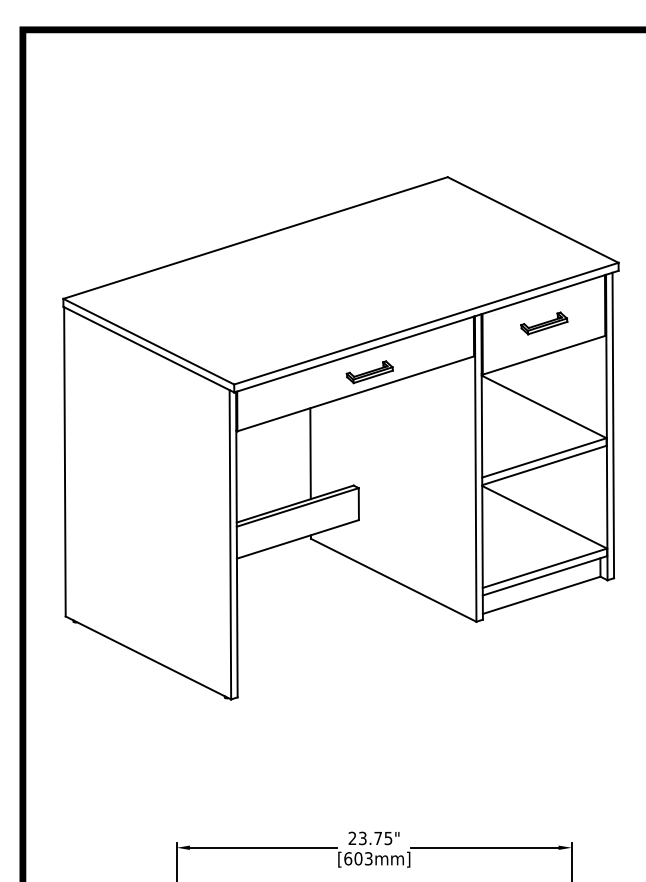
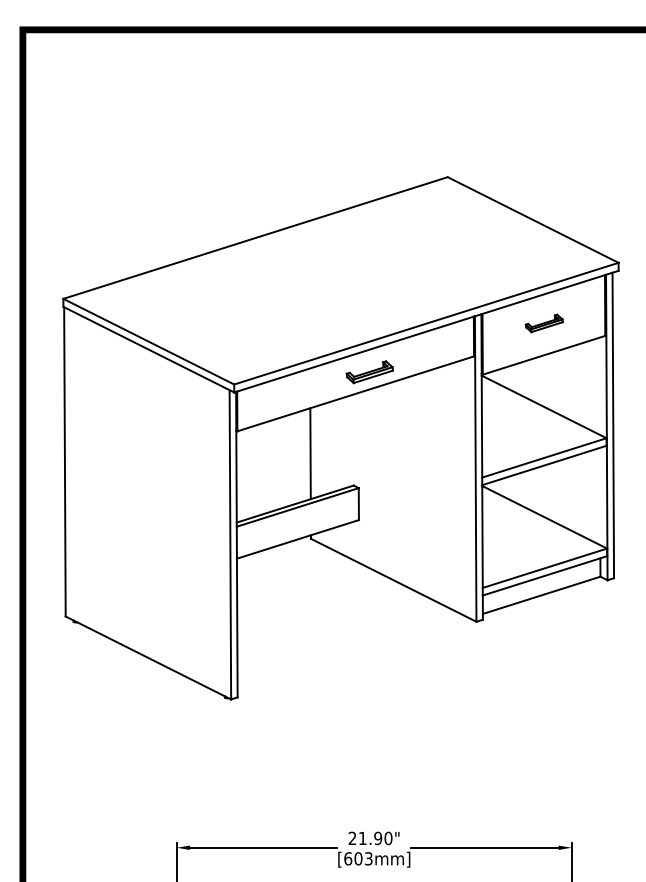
part at (544, 323) size: 49x25 px -> 40x21 px
text at (375, 838): 23.75" -> 21.90"
